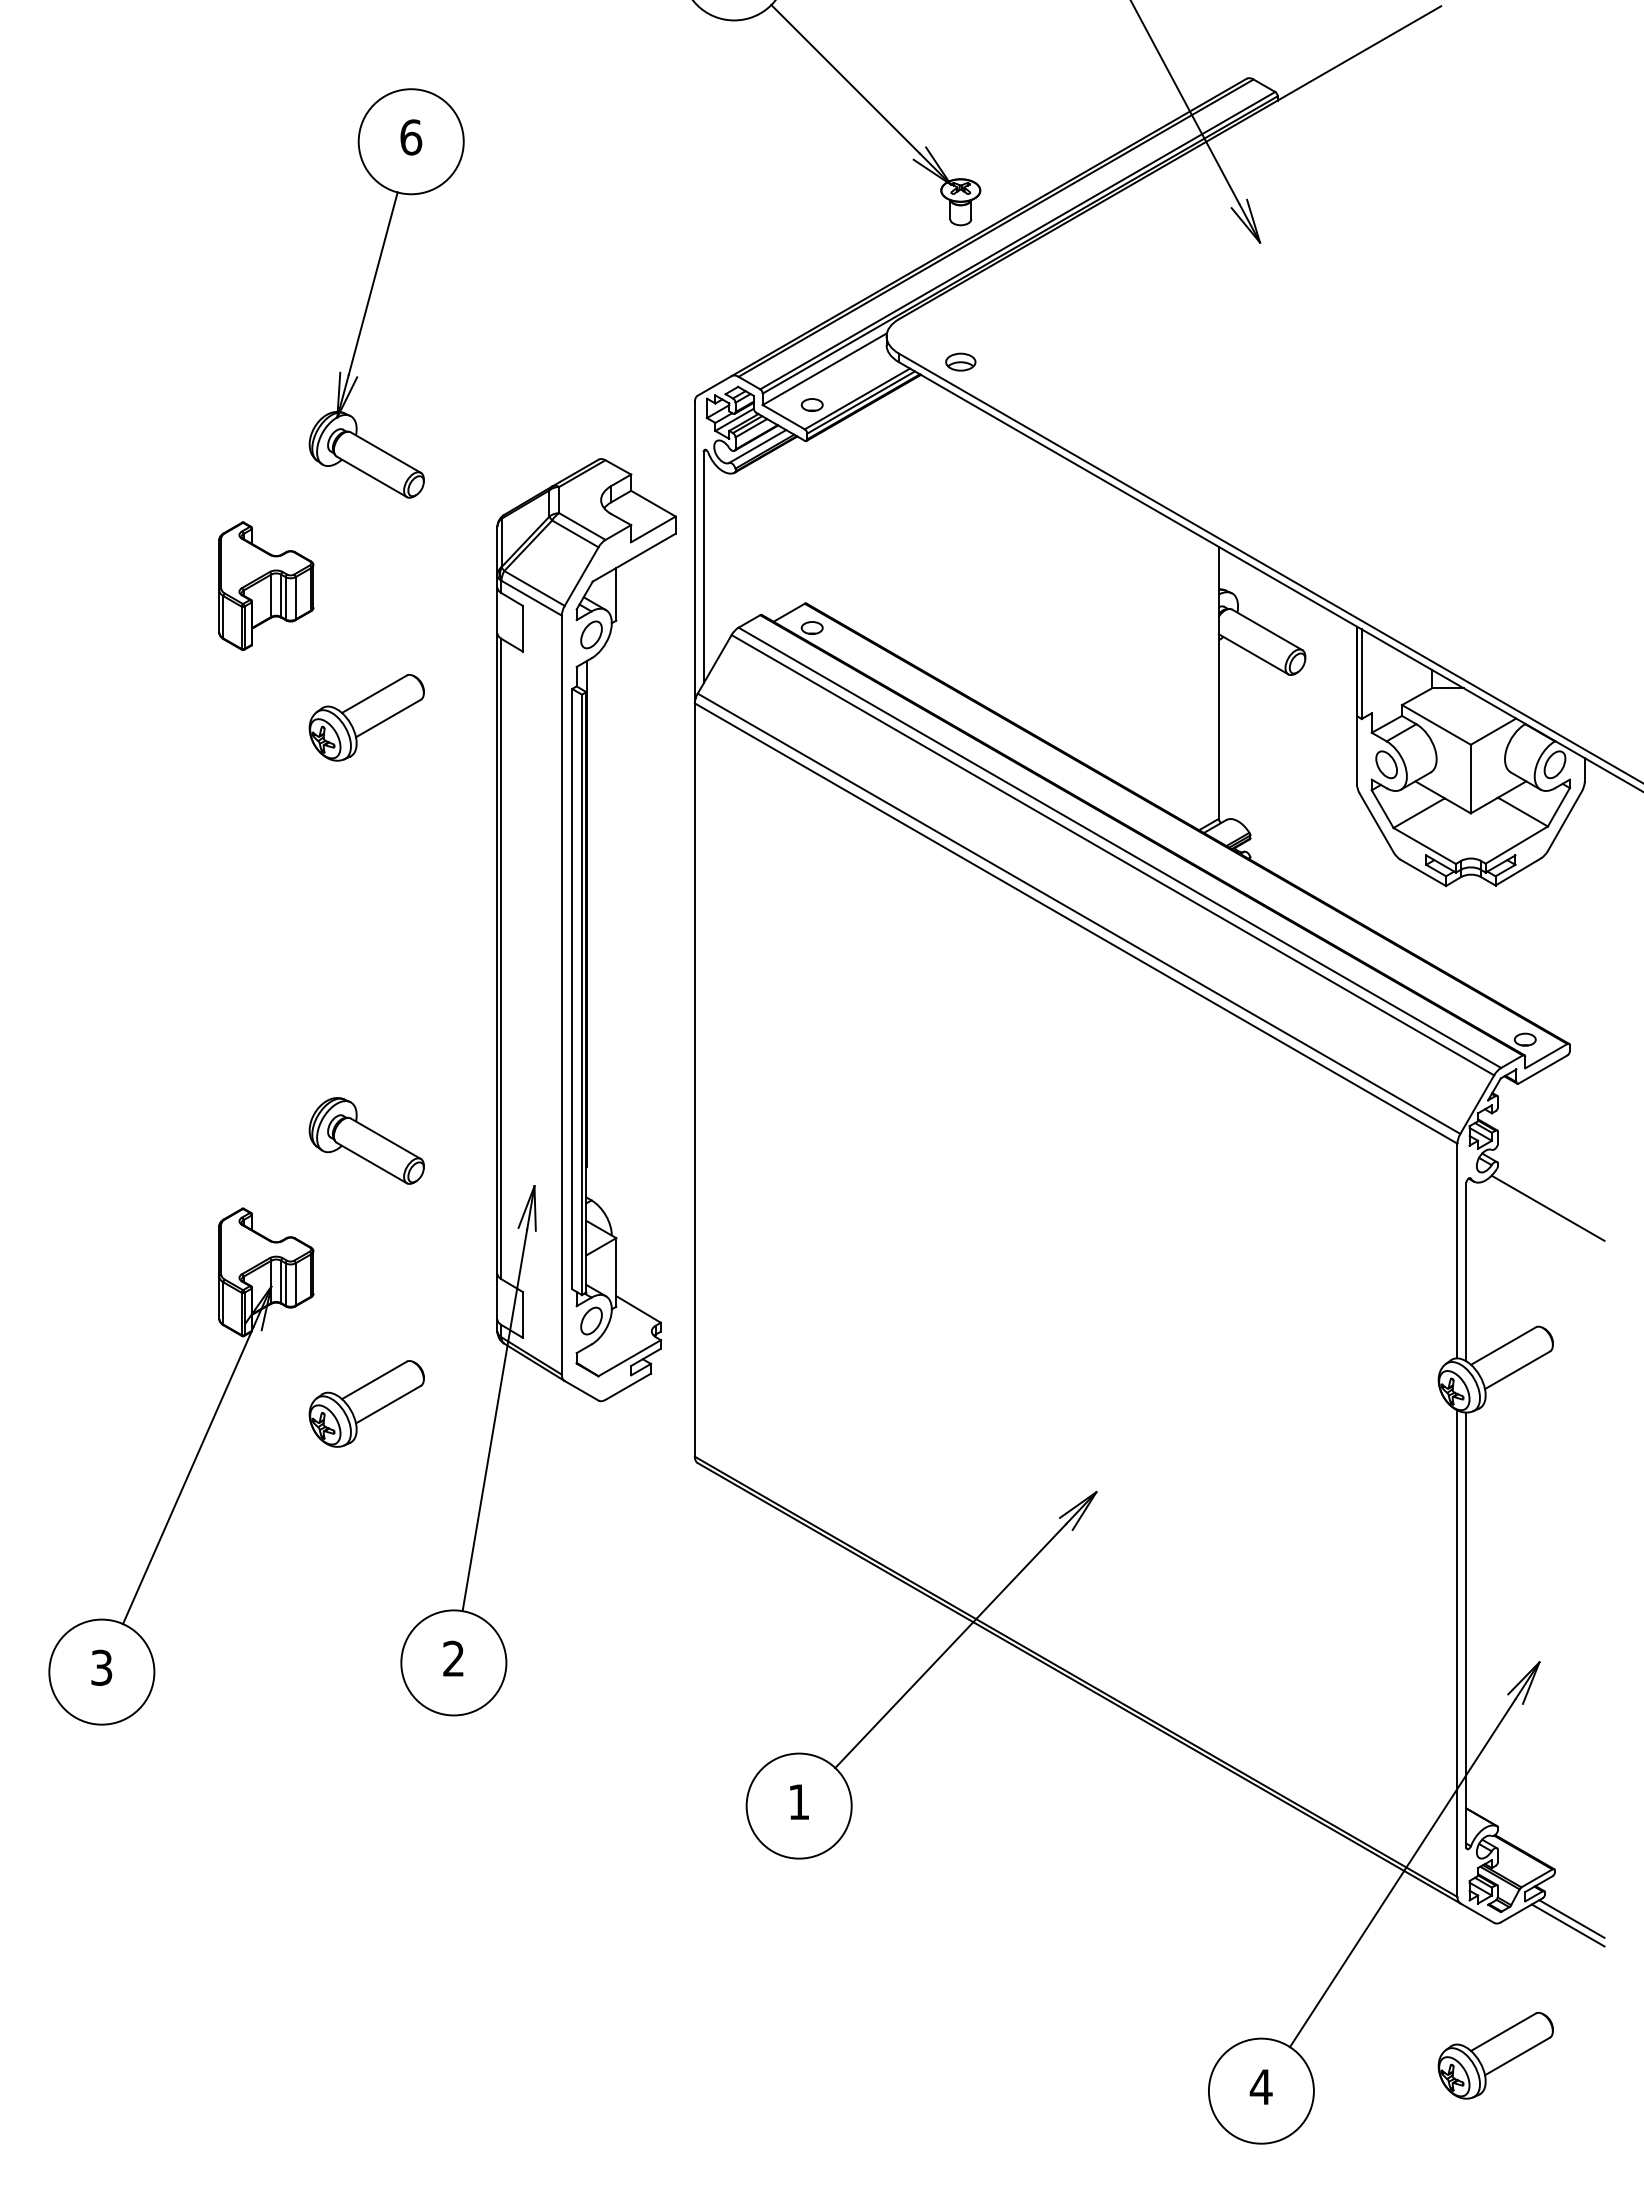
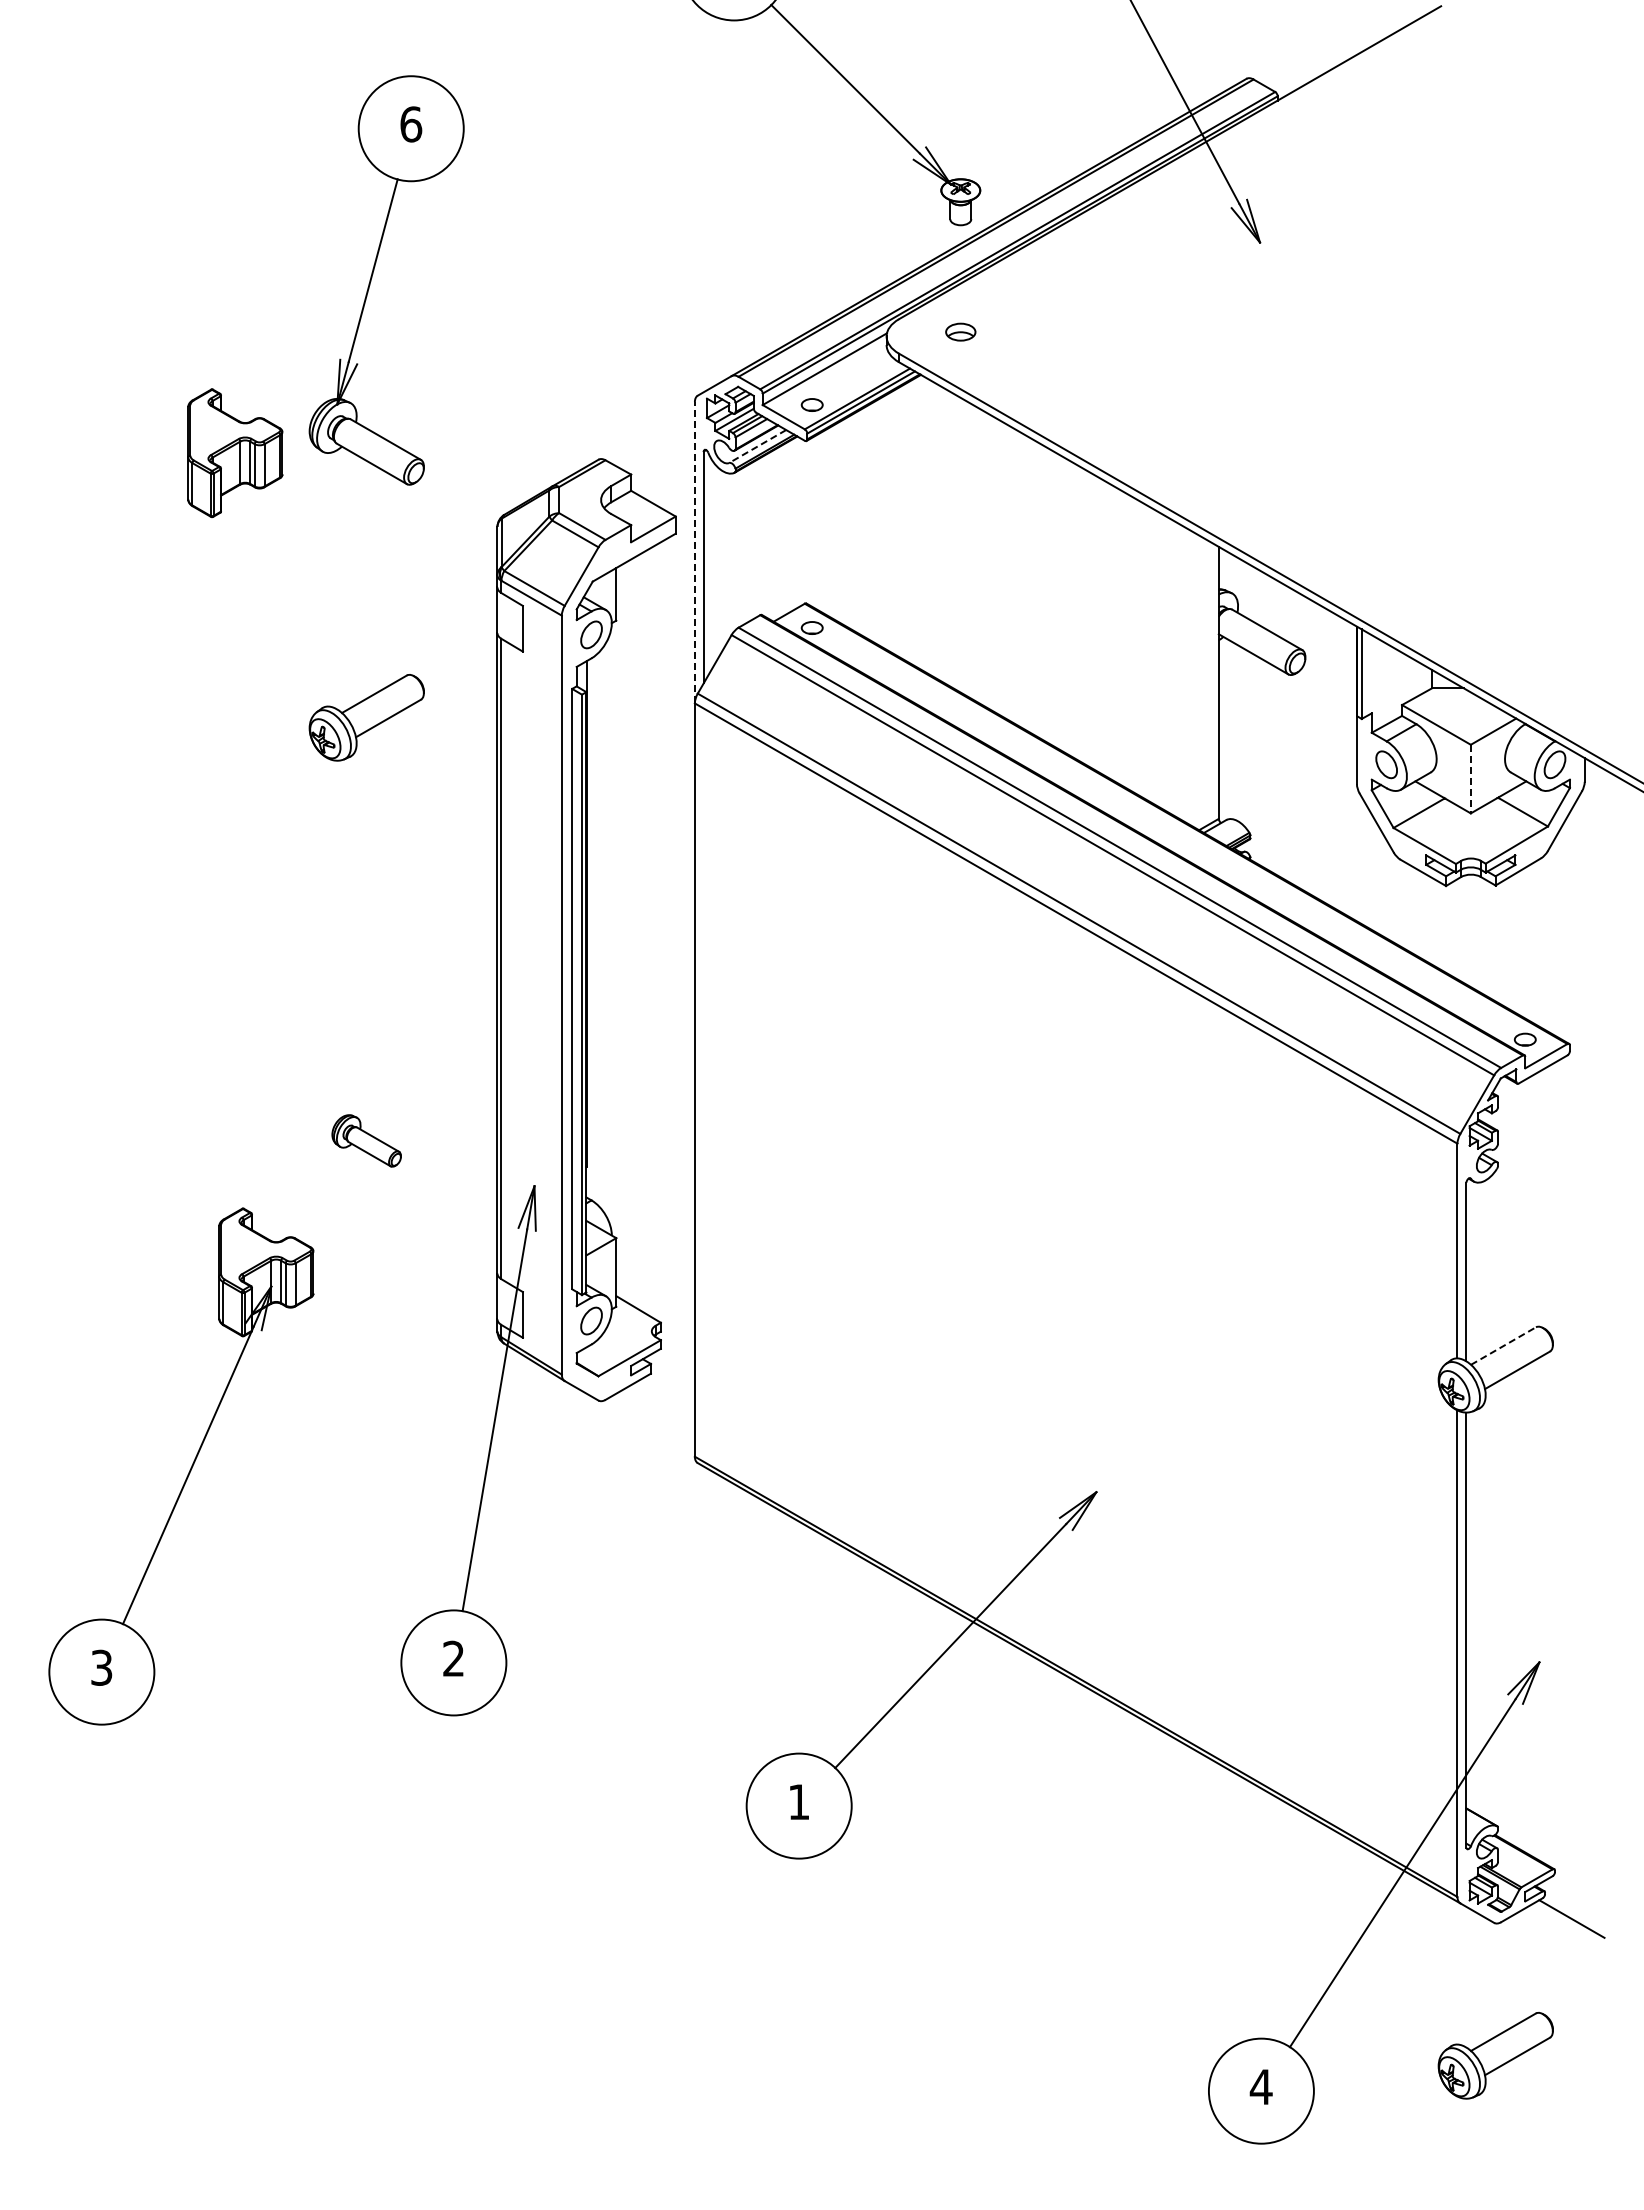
part at (372, 291) position: (372, 291) -> (372, 278)
part at (960, 361) position: (960, 361) -> (960, 331)
line at (757, 446): solid -> dashed
line at (694, 552): solid -> dashed
part at (266, 585) position: (266, 585) -> (235, 452)
line at (1470, 779): solid -> dashed
part at (366, 1140) size: 117x88 px -> 71x54 px
line at (1547, 1207): present -> none
line at (1503, 1346): solid -> dashed
part at (366, 1403): present -> none
line at (1567, 1925): present -> none
